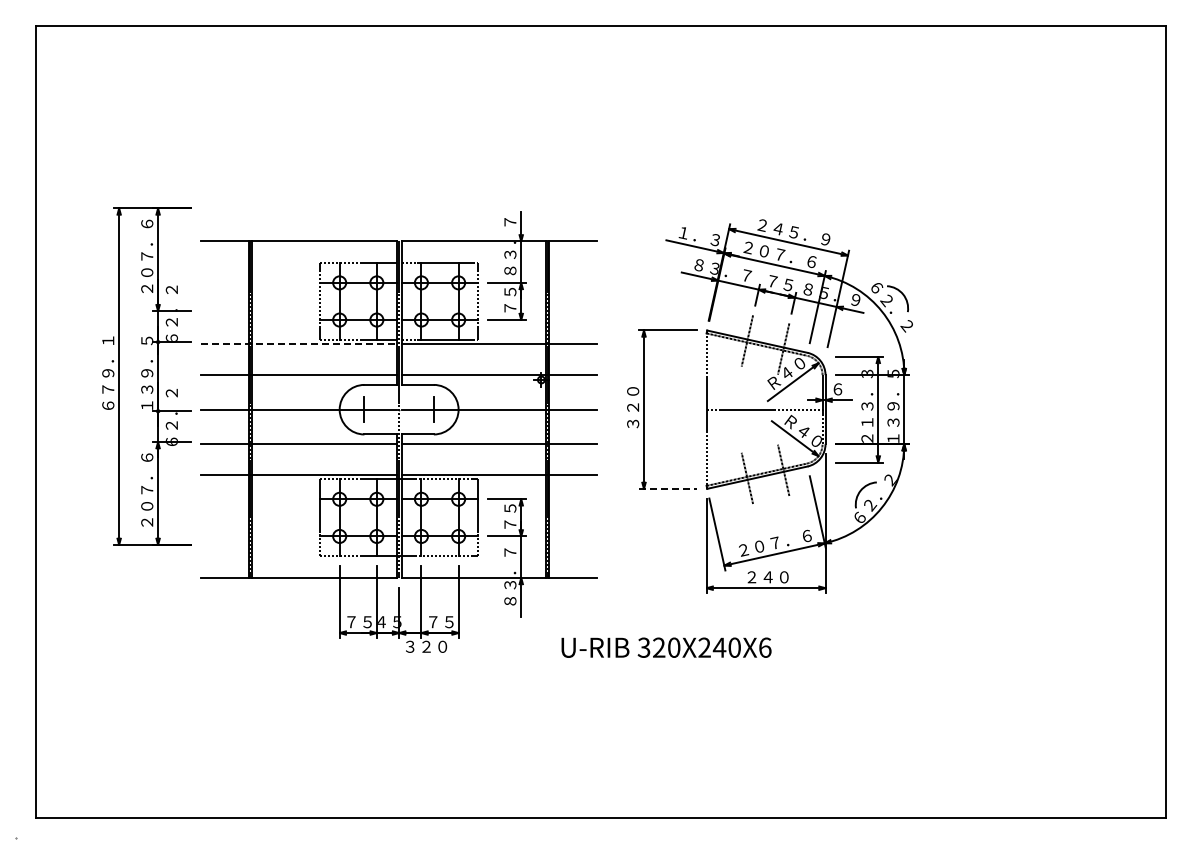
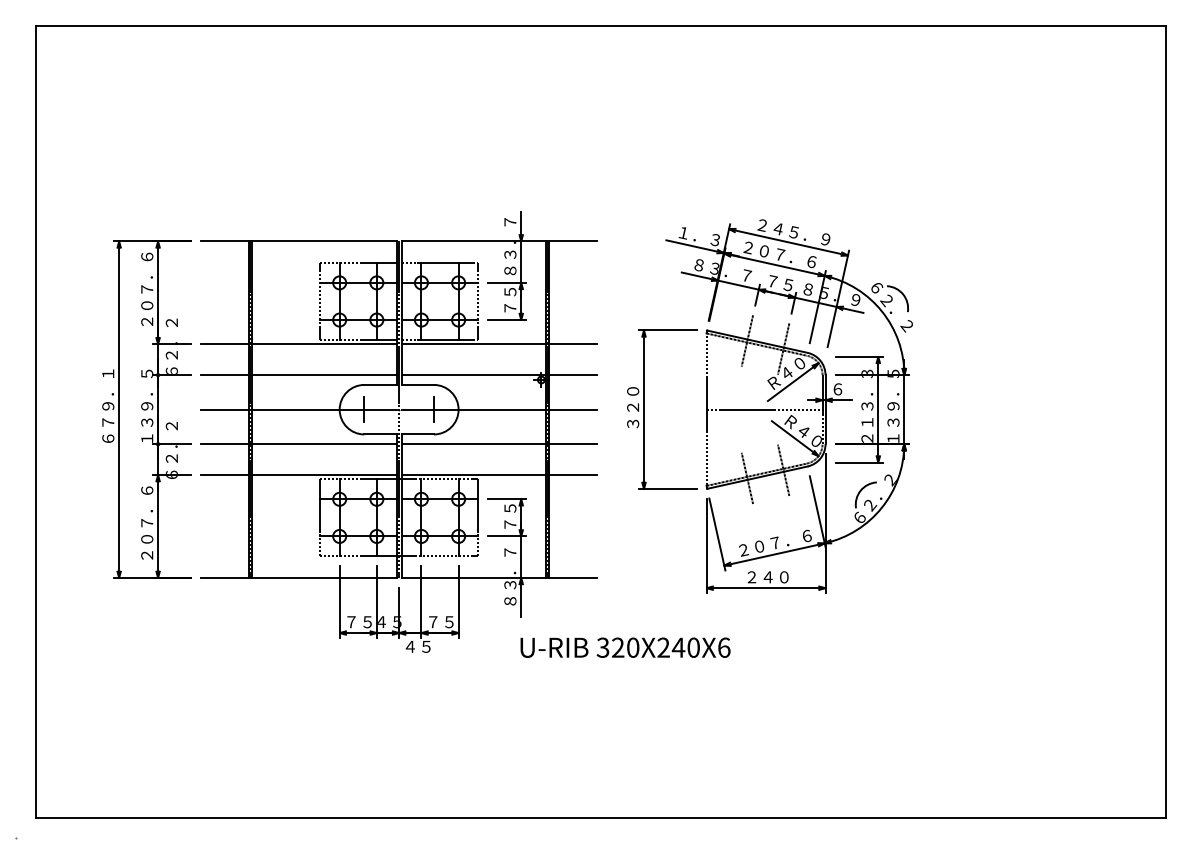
line at (298, 344): dashed -> solid
part at (146, 376) position: (146, 376) -> (146, 409)
line at (667, 488): dashed -> solid
text at (426, 646): ３２０ -> ４５
text at (666, 647) position: (666, 647) -> (625, 647)
